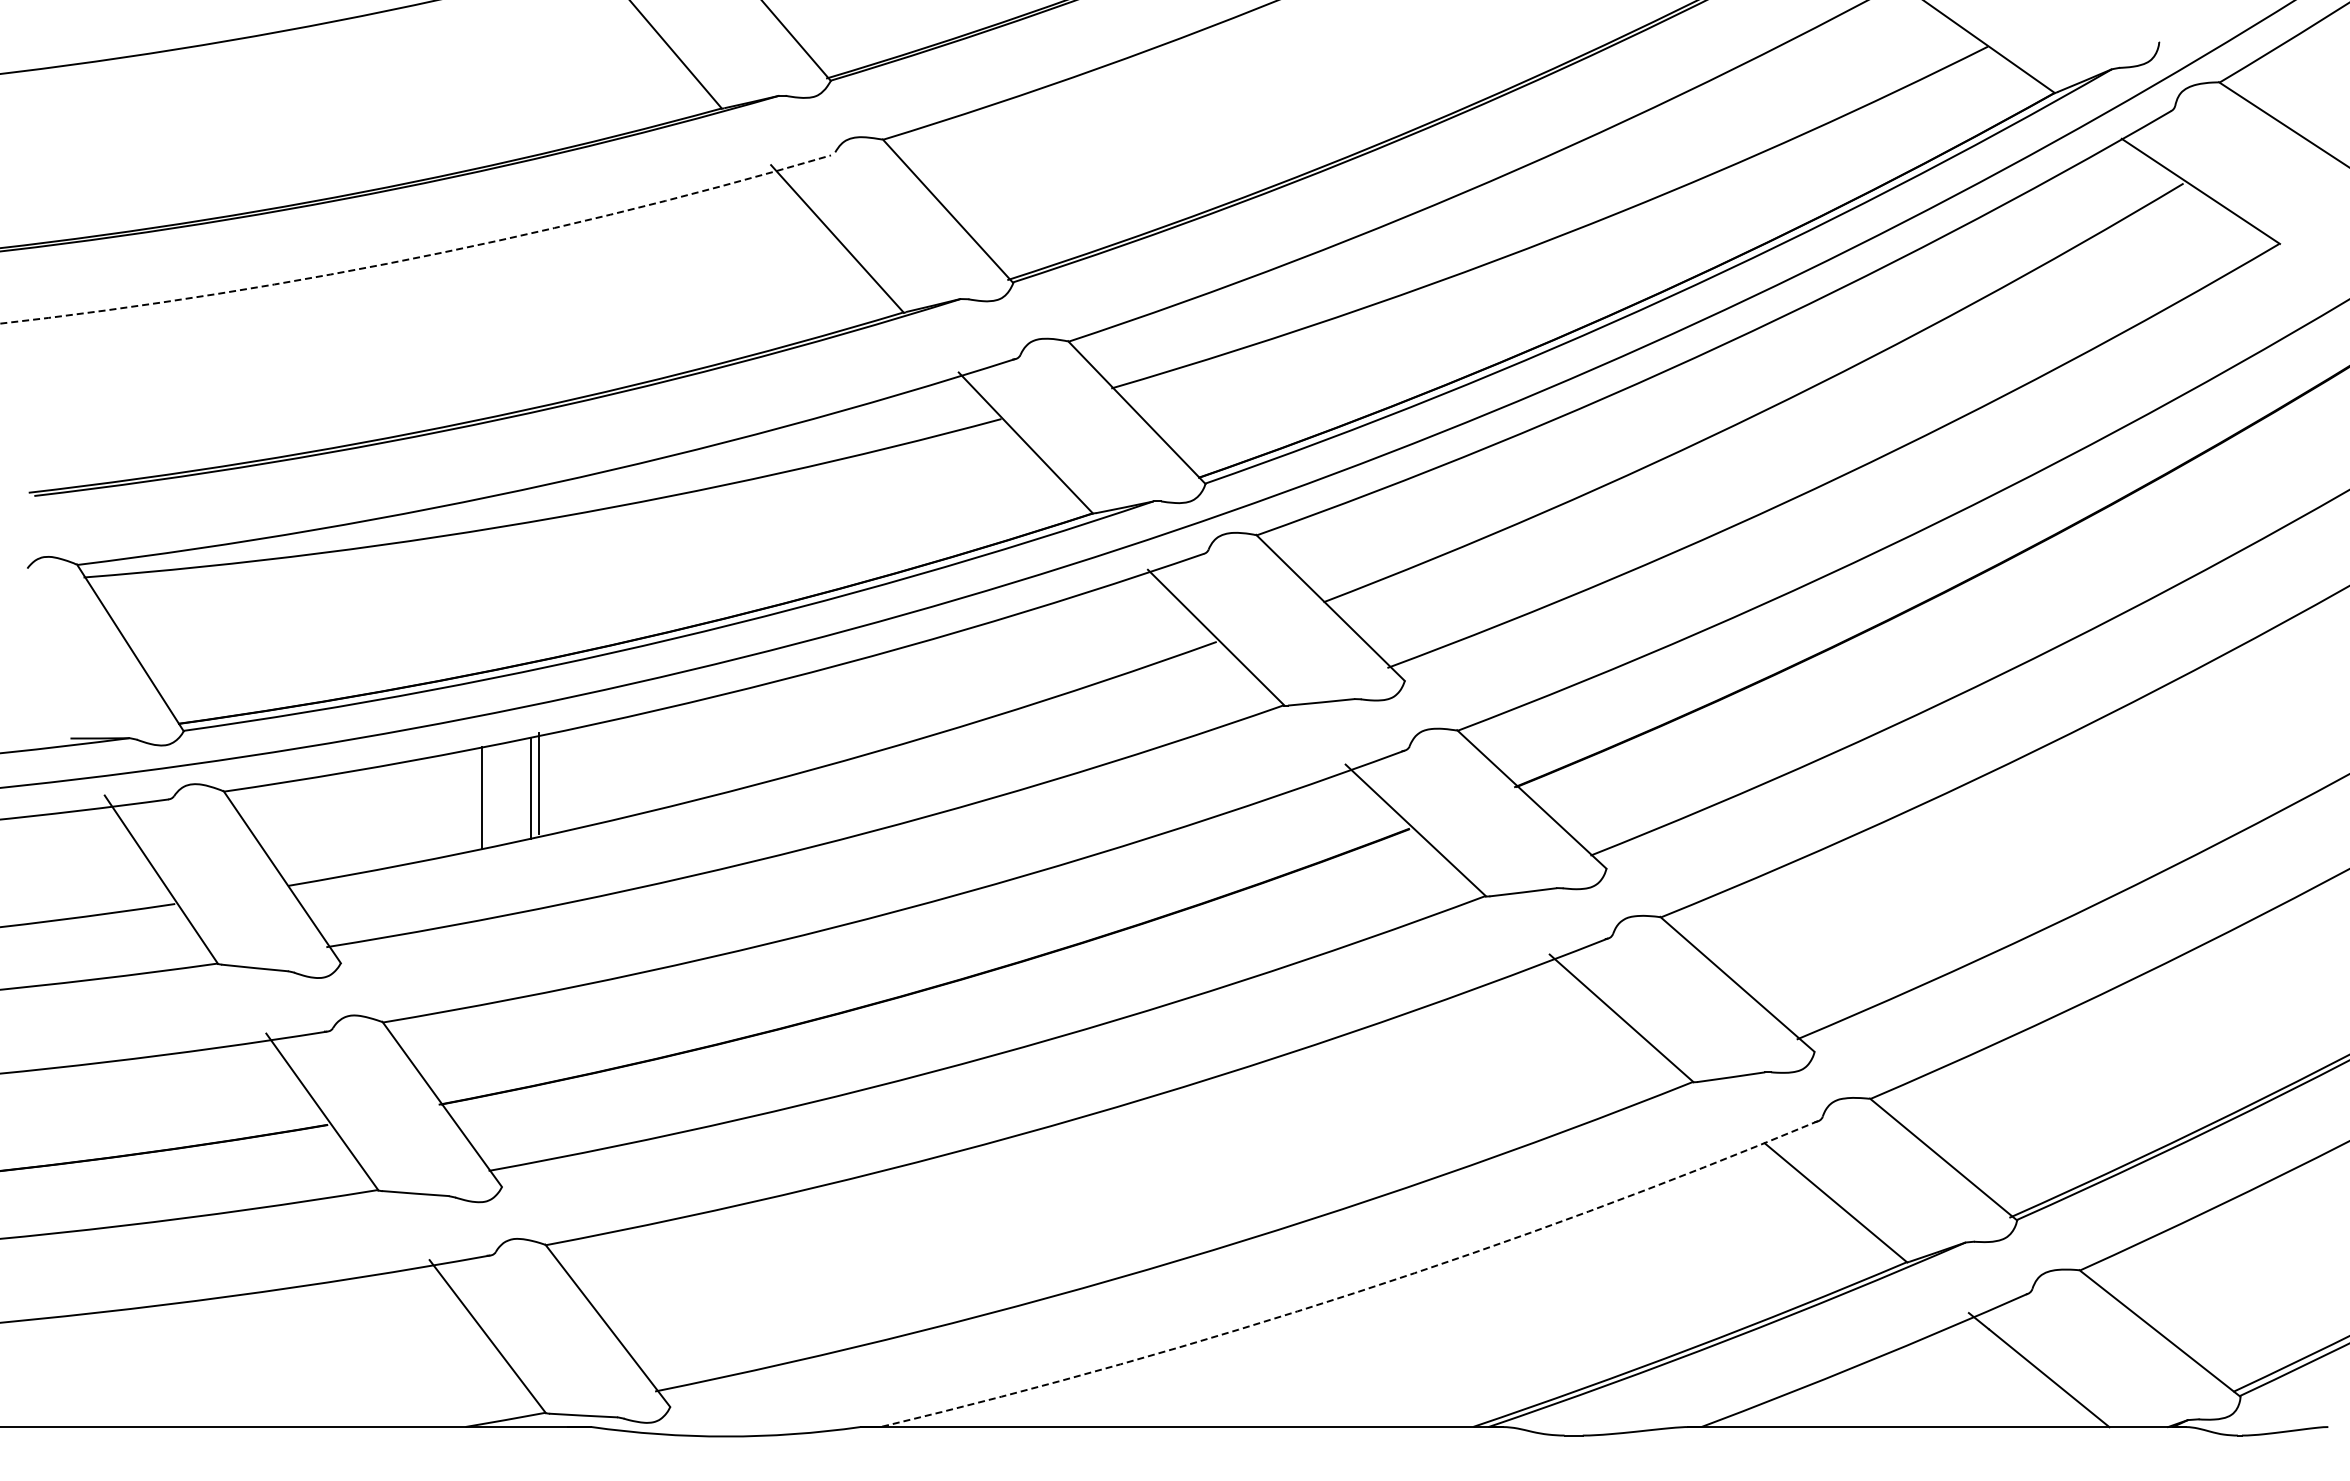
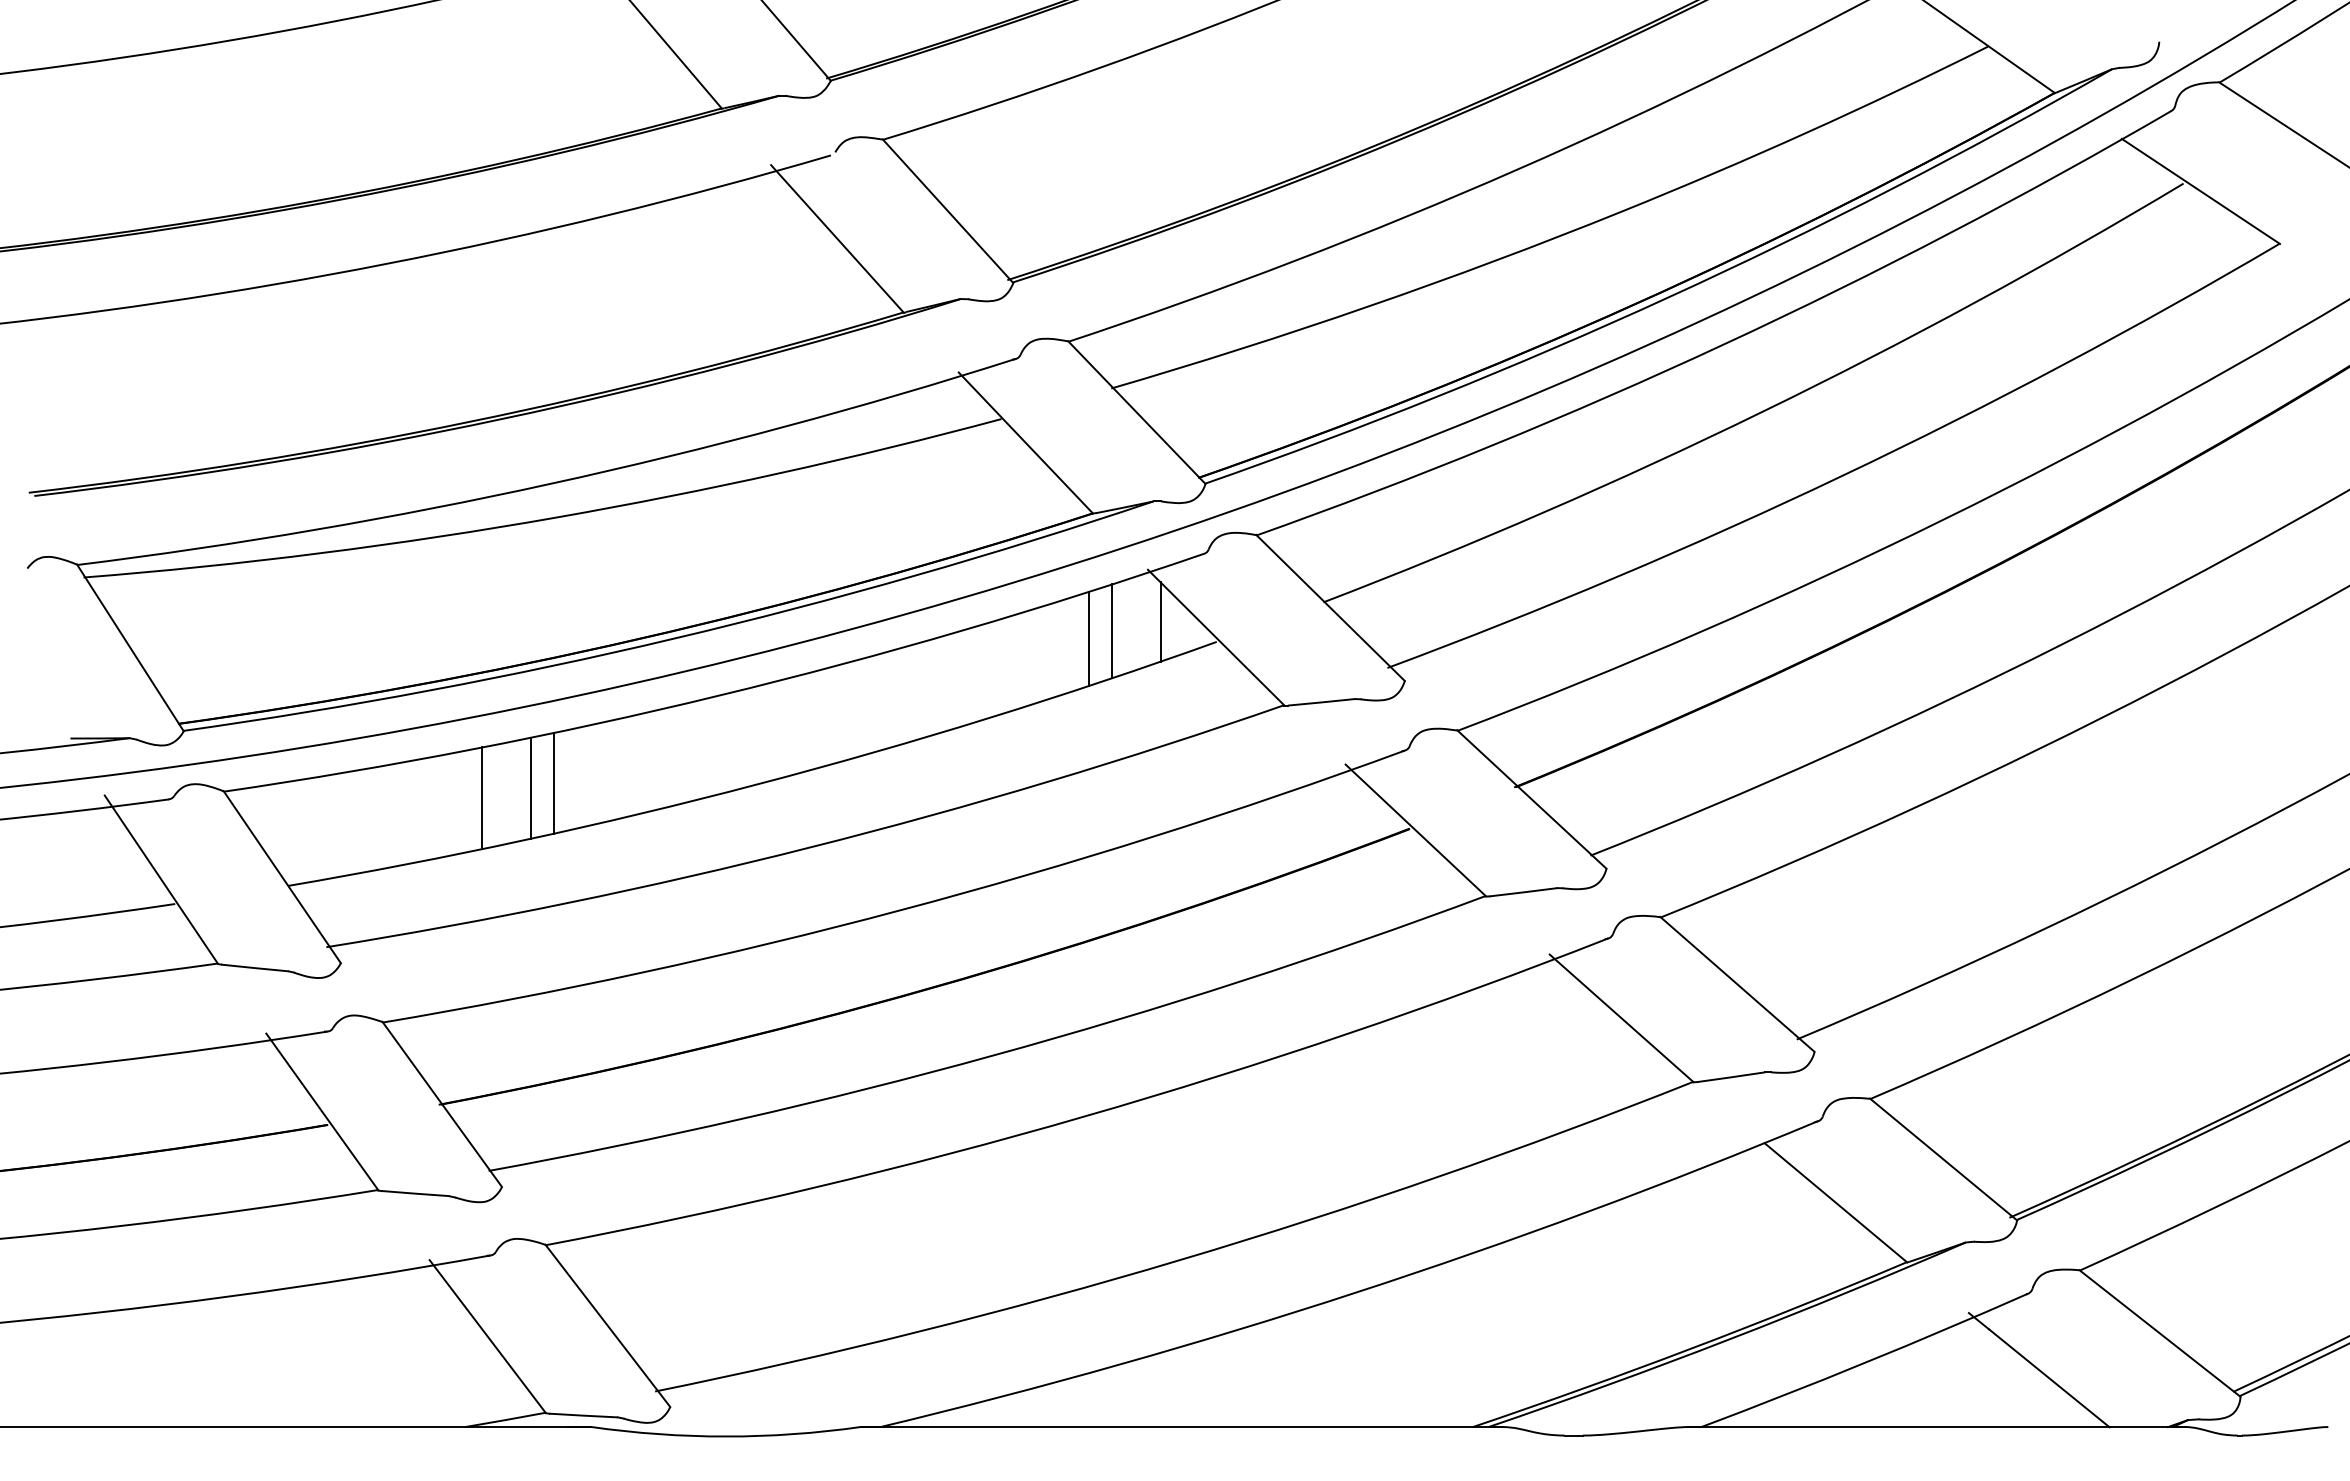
arc at (419, 257): dashed -> solid
line at (1160, 621): none -> present
line at (1112, 631): none -> present
line at (1088, 638): none -> present
line at (539, 782) position: (539, 782) -> (554, 782)
arc at (1356, 1292): dashed -> solid
